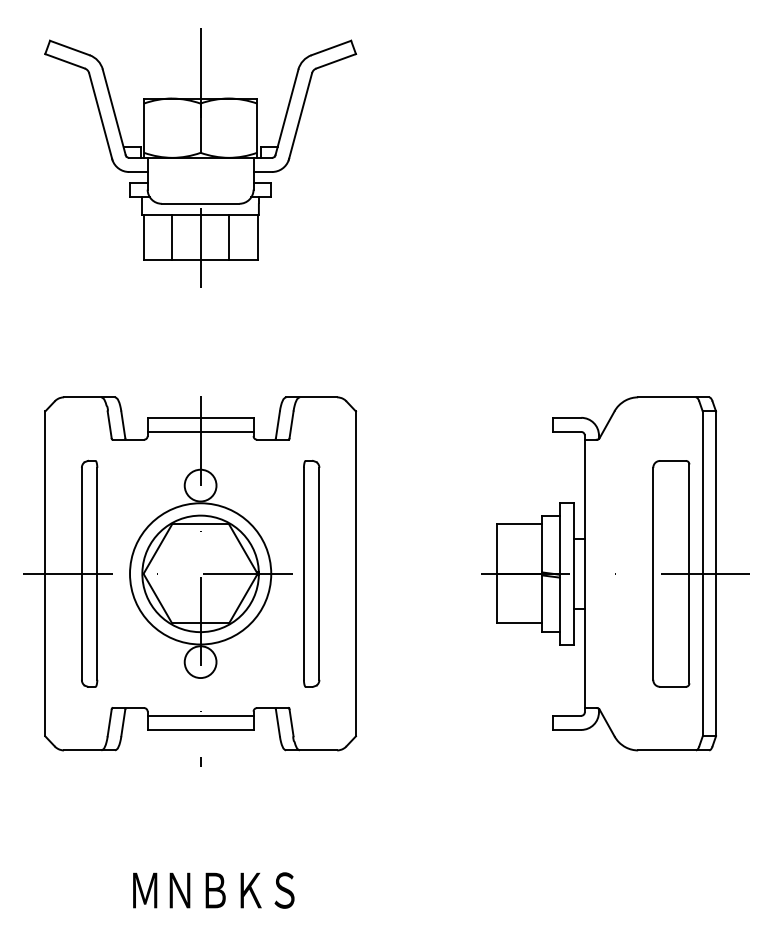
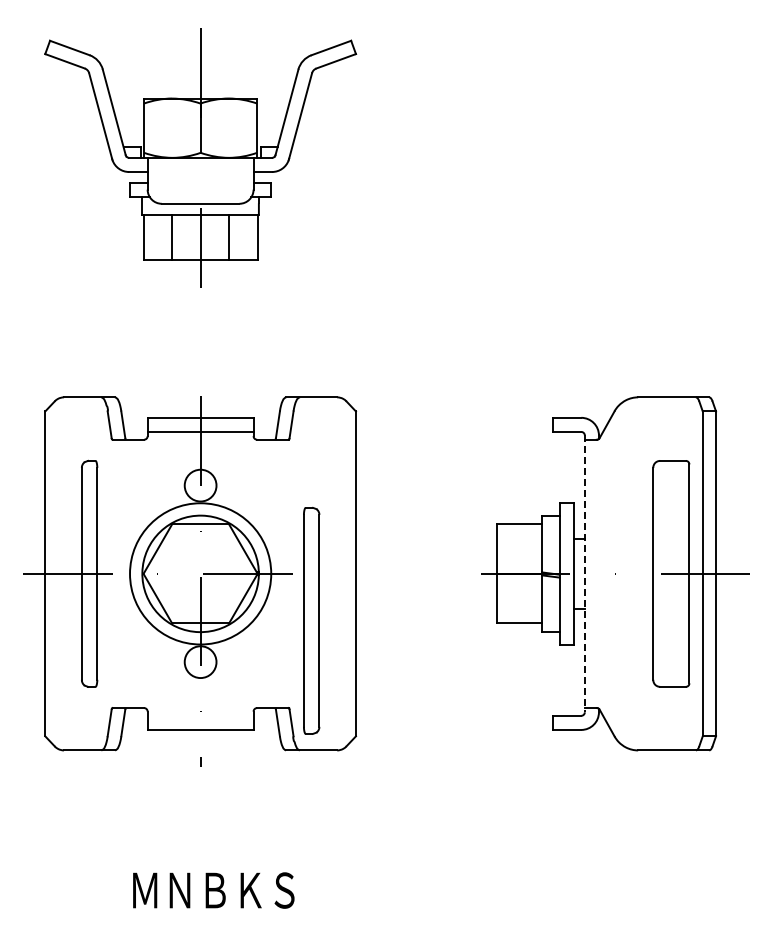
part at (311, 573) position: (311, 573) -> (311, 620)
line at (584, 574): solid -> dashed
line at (200, 715): present -> none
